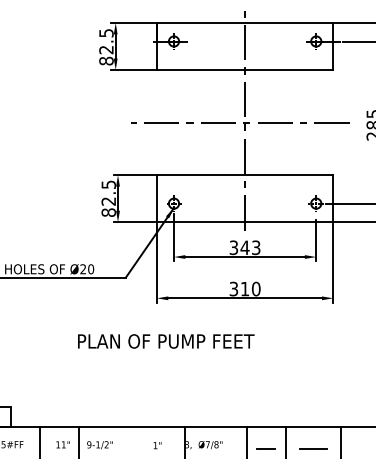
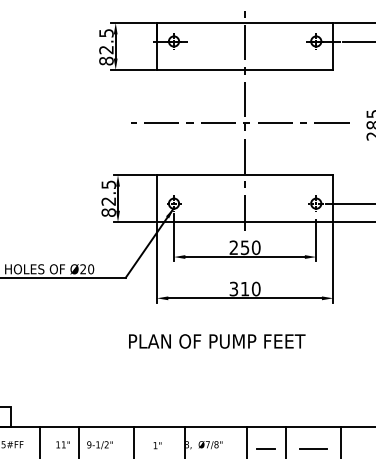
text at (244, 247): 343 -> 250
text at (166, 341) position: (166, 341) -> (217, 341)
line at (133, 441): none -> present
